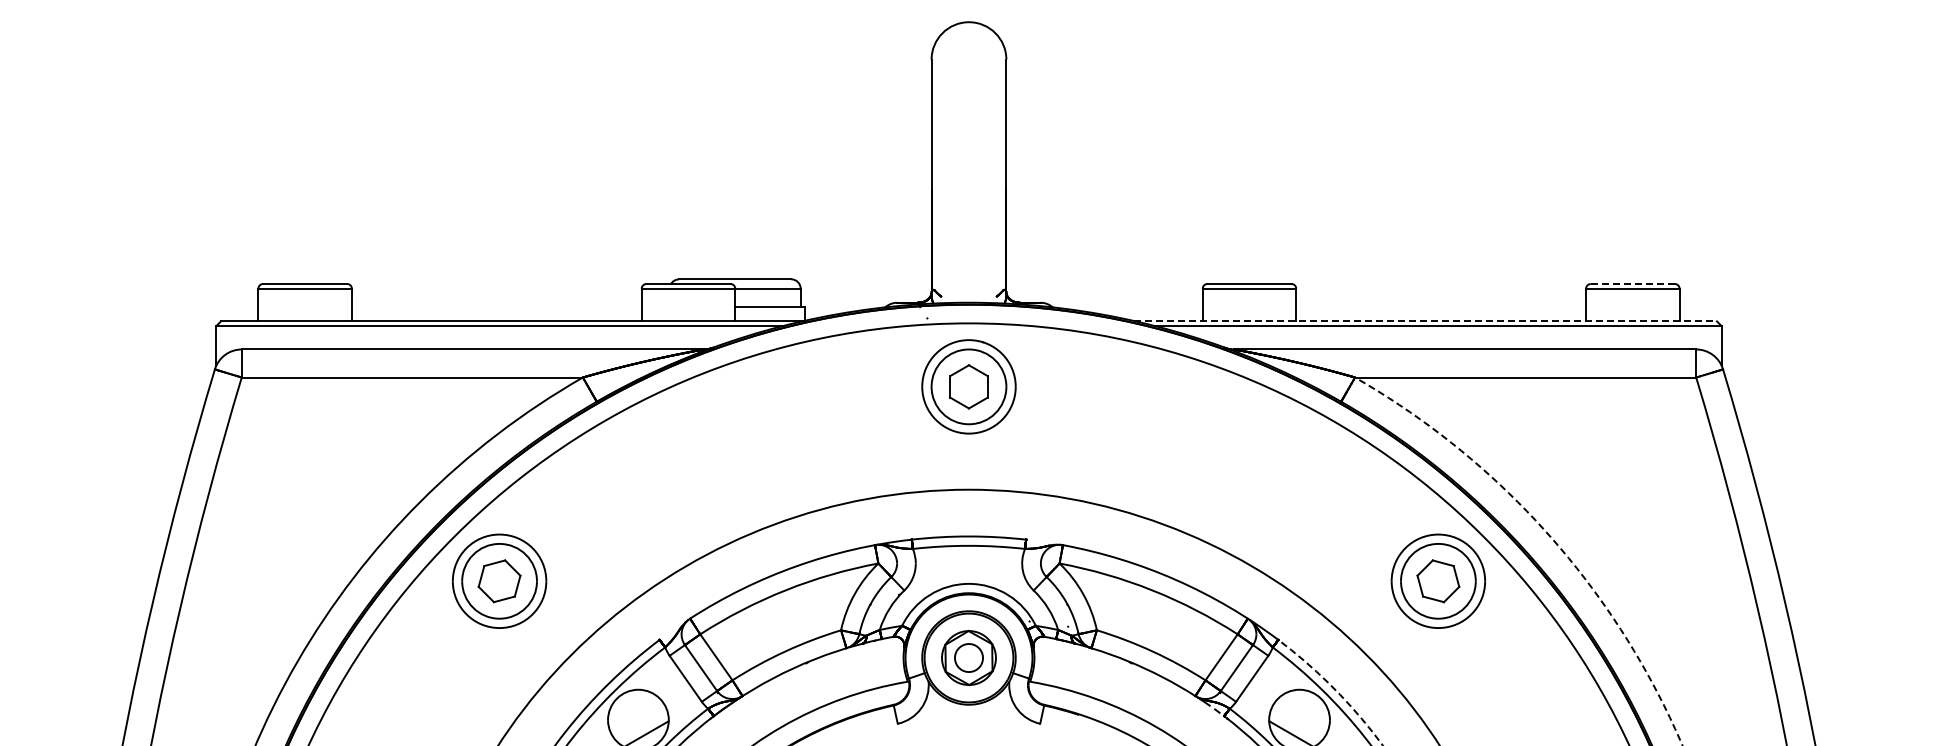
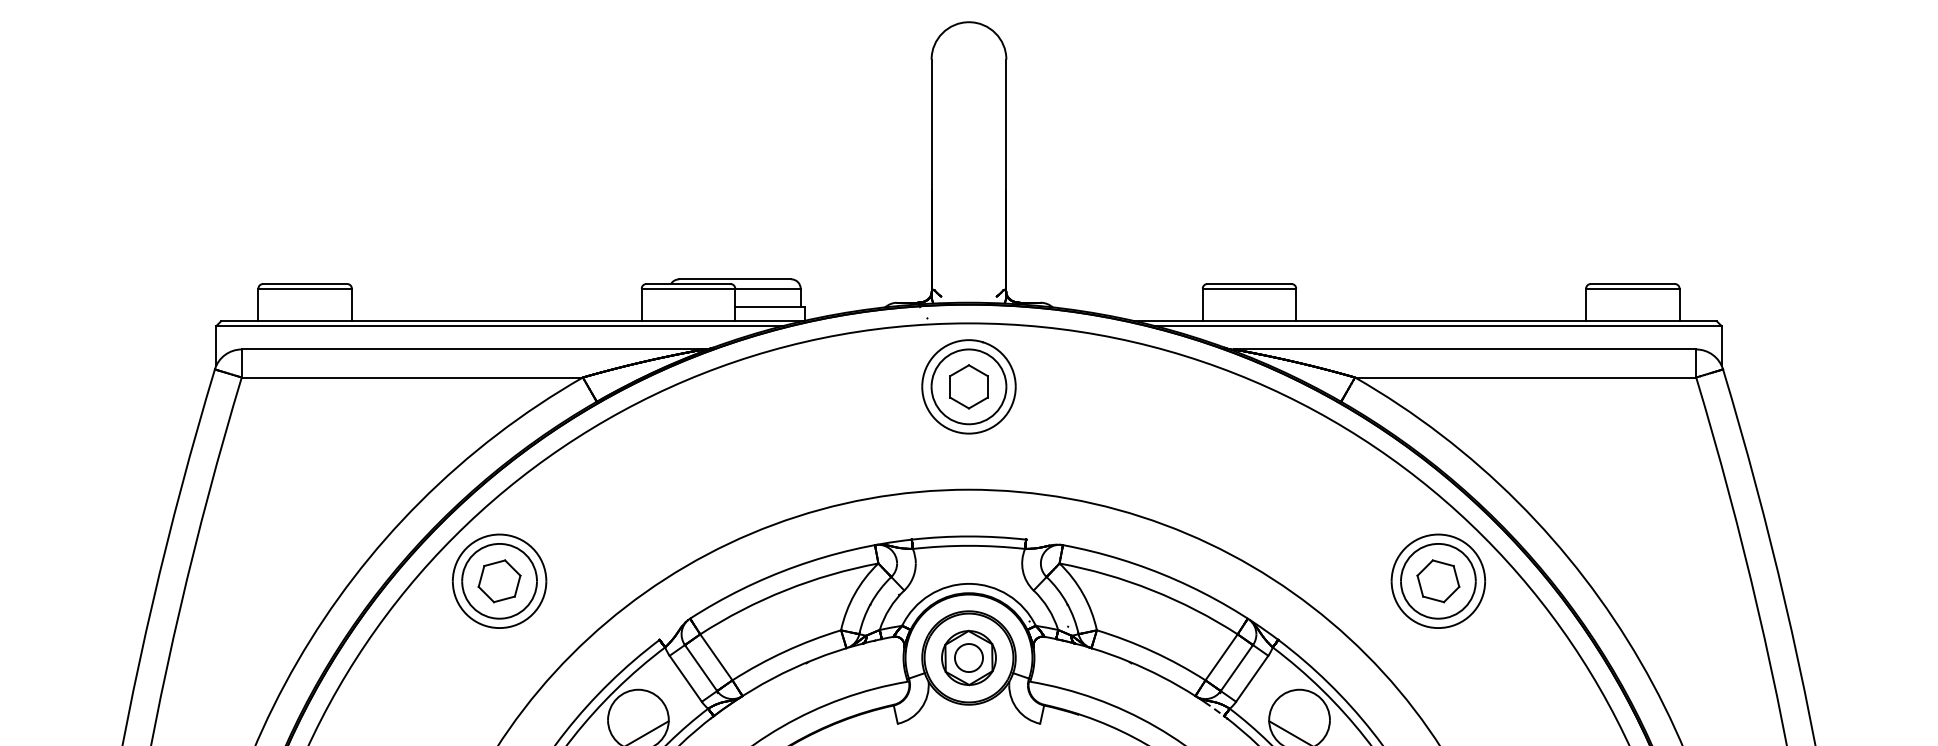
line at (1633, 284): dashed -> solid
line at (1426, 321): dashed -> solid
arc at (1549, 536): dashed -> solid
arc at (1334, 689): dashed -> solid
